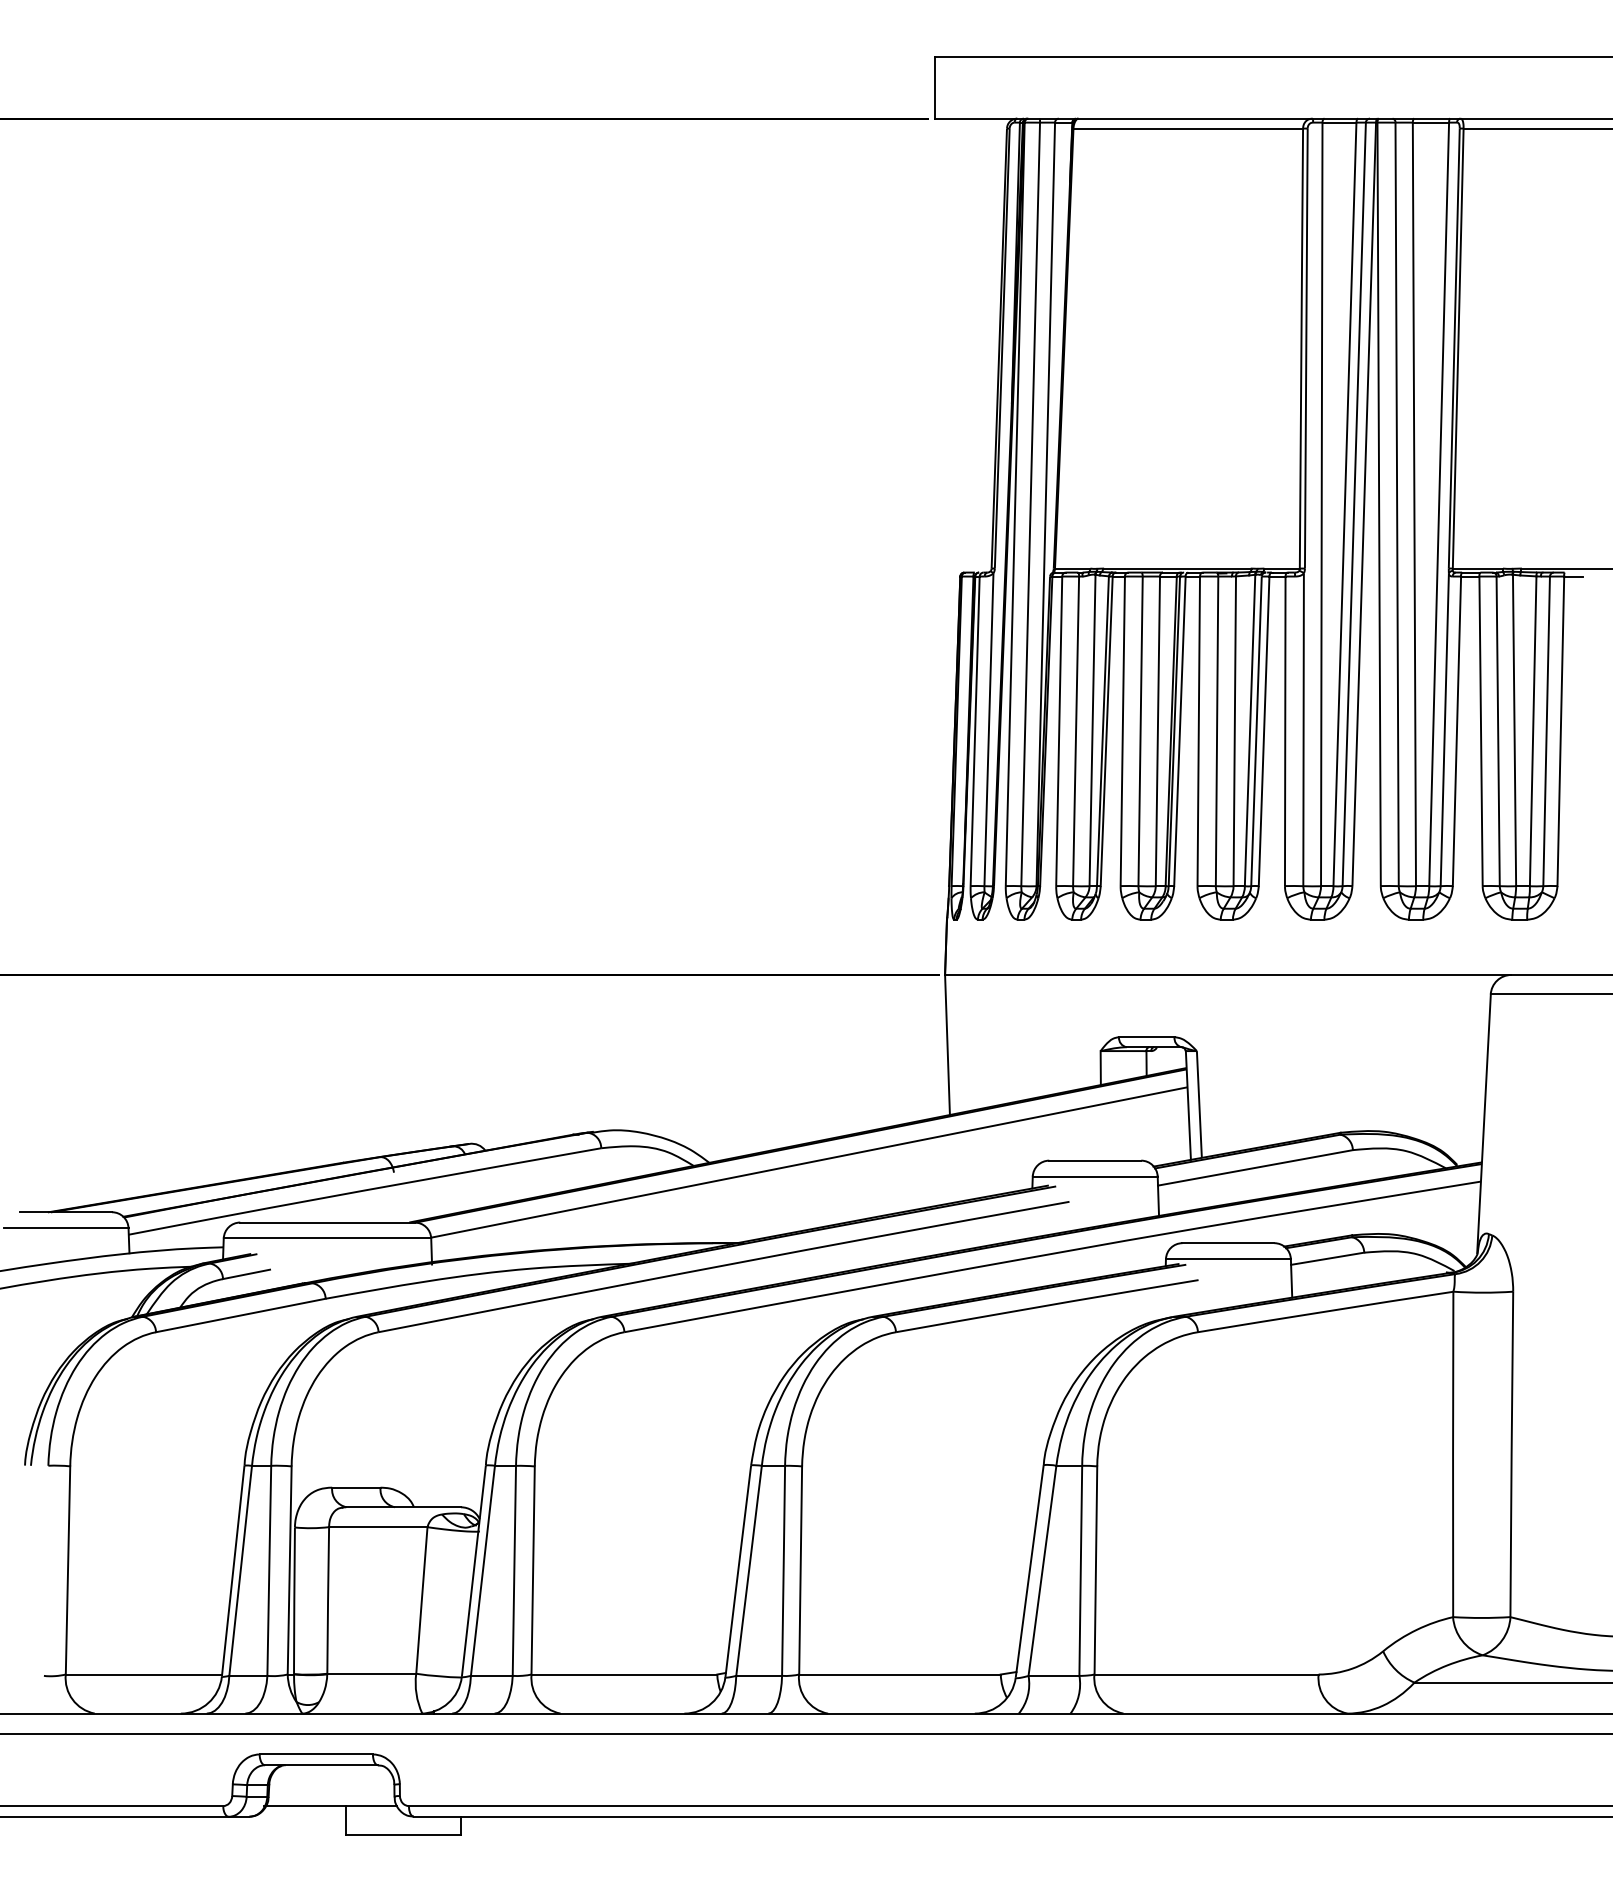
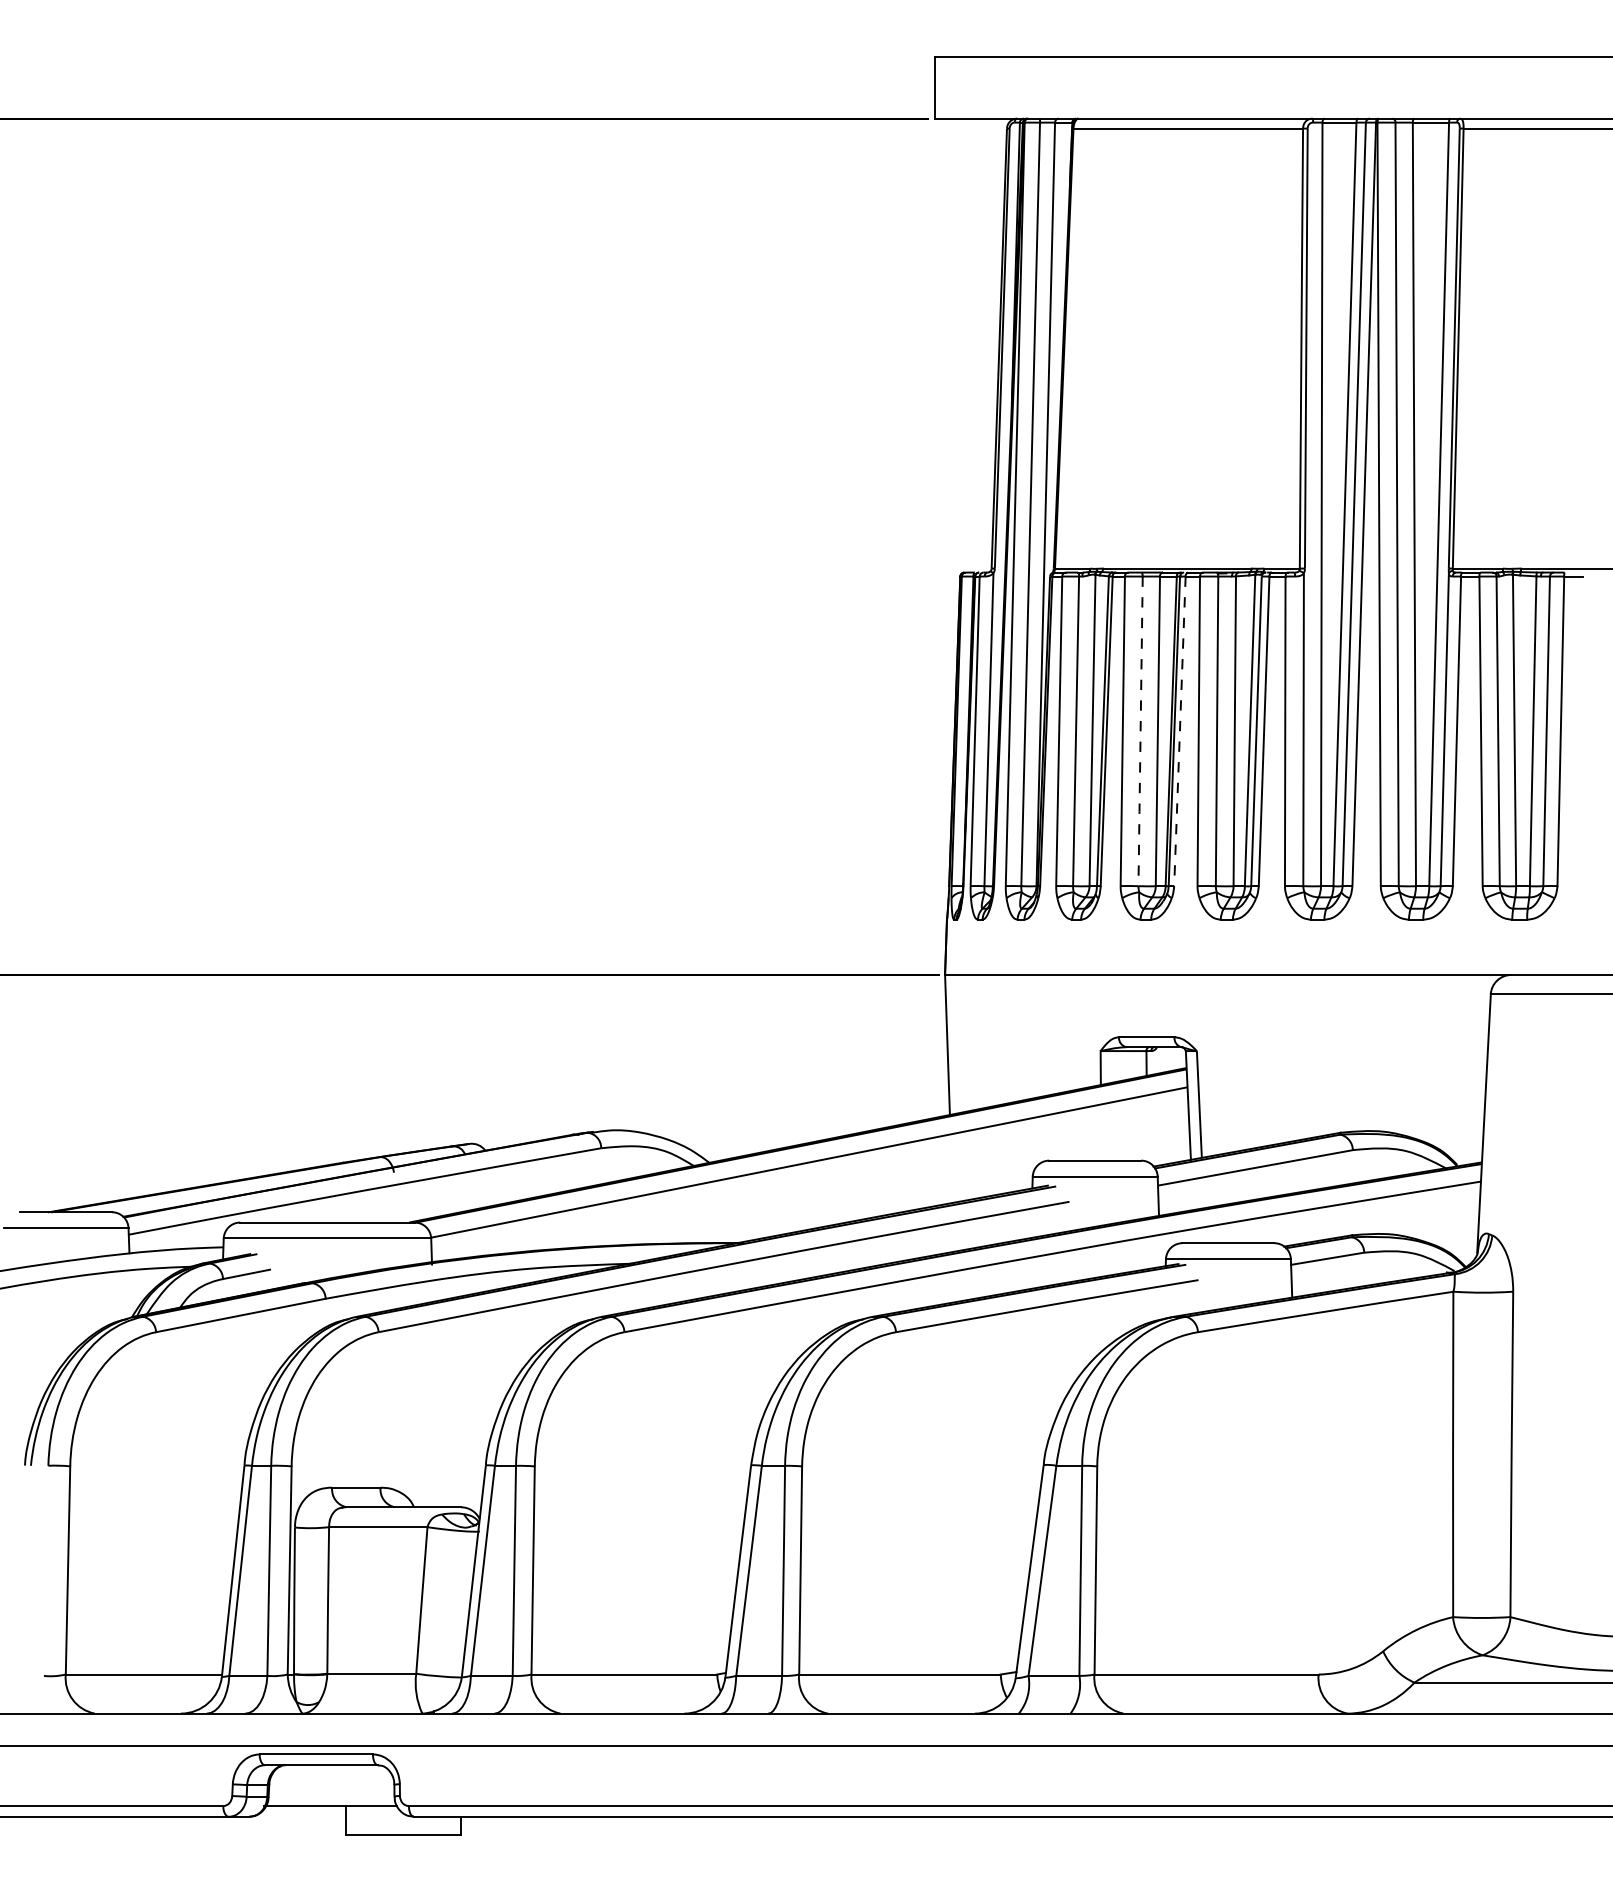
line at (1179, 731): solid -> dashed
line at (1140, 732): solid -> dashed
line at (805, 1733) position: (805, 1733) -> (805, 1745)
